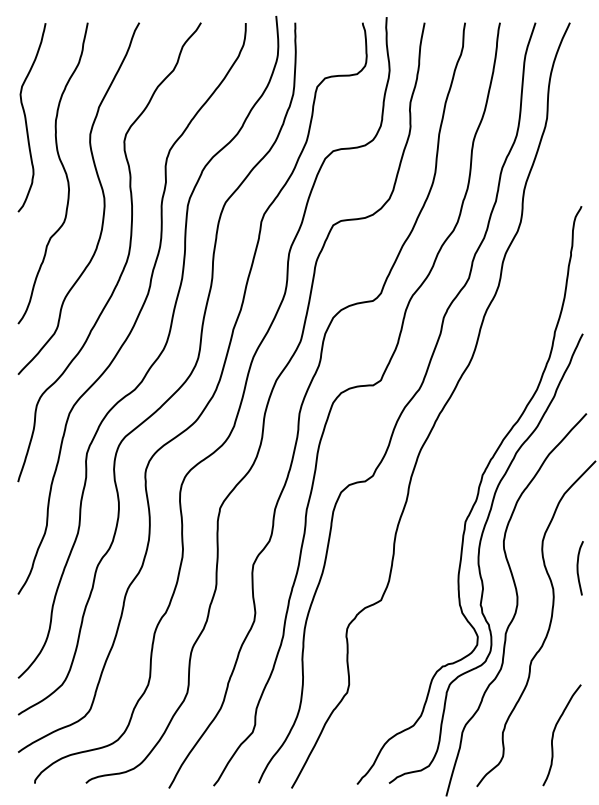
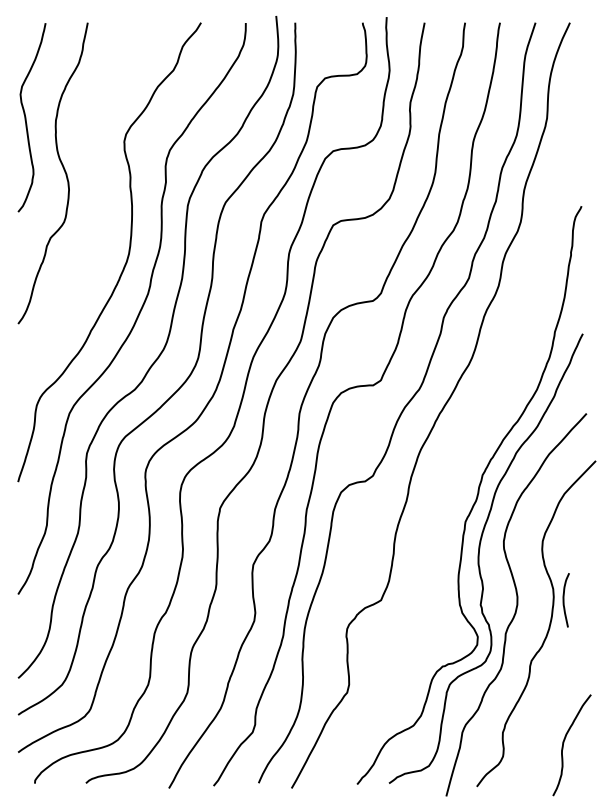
curve at (102, 195): present -> none
curve at (578, 568) position: (578, 568) -> (564, 600)
curve at (554, 733) position: (554, 733) -> (564, 743)
